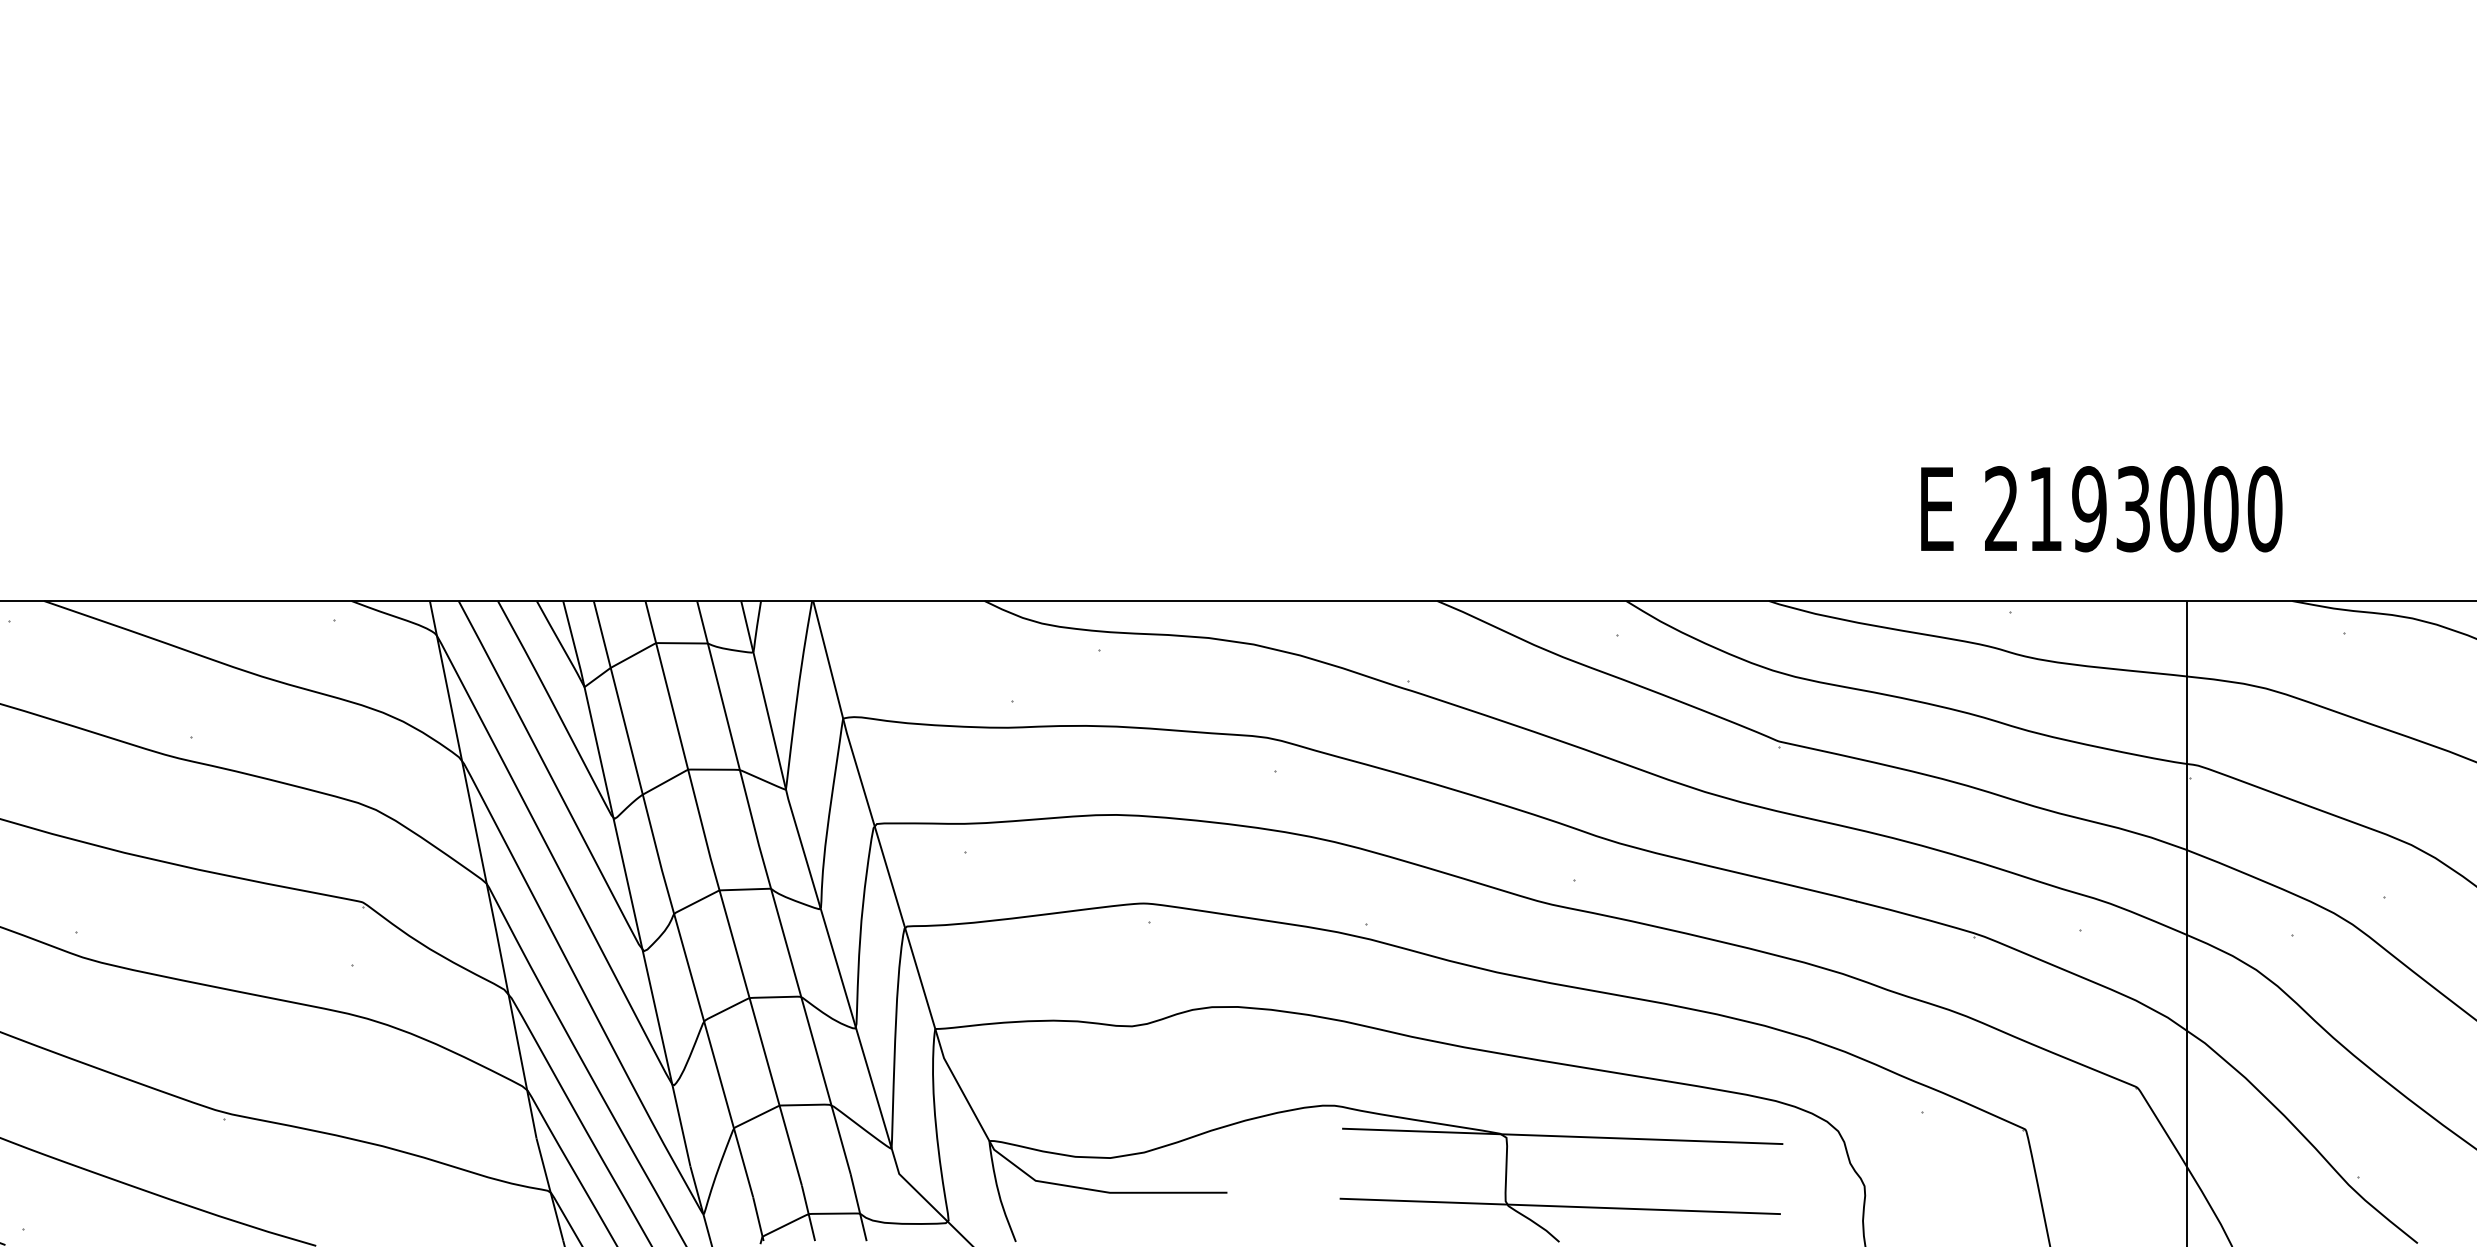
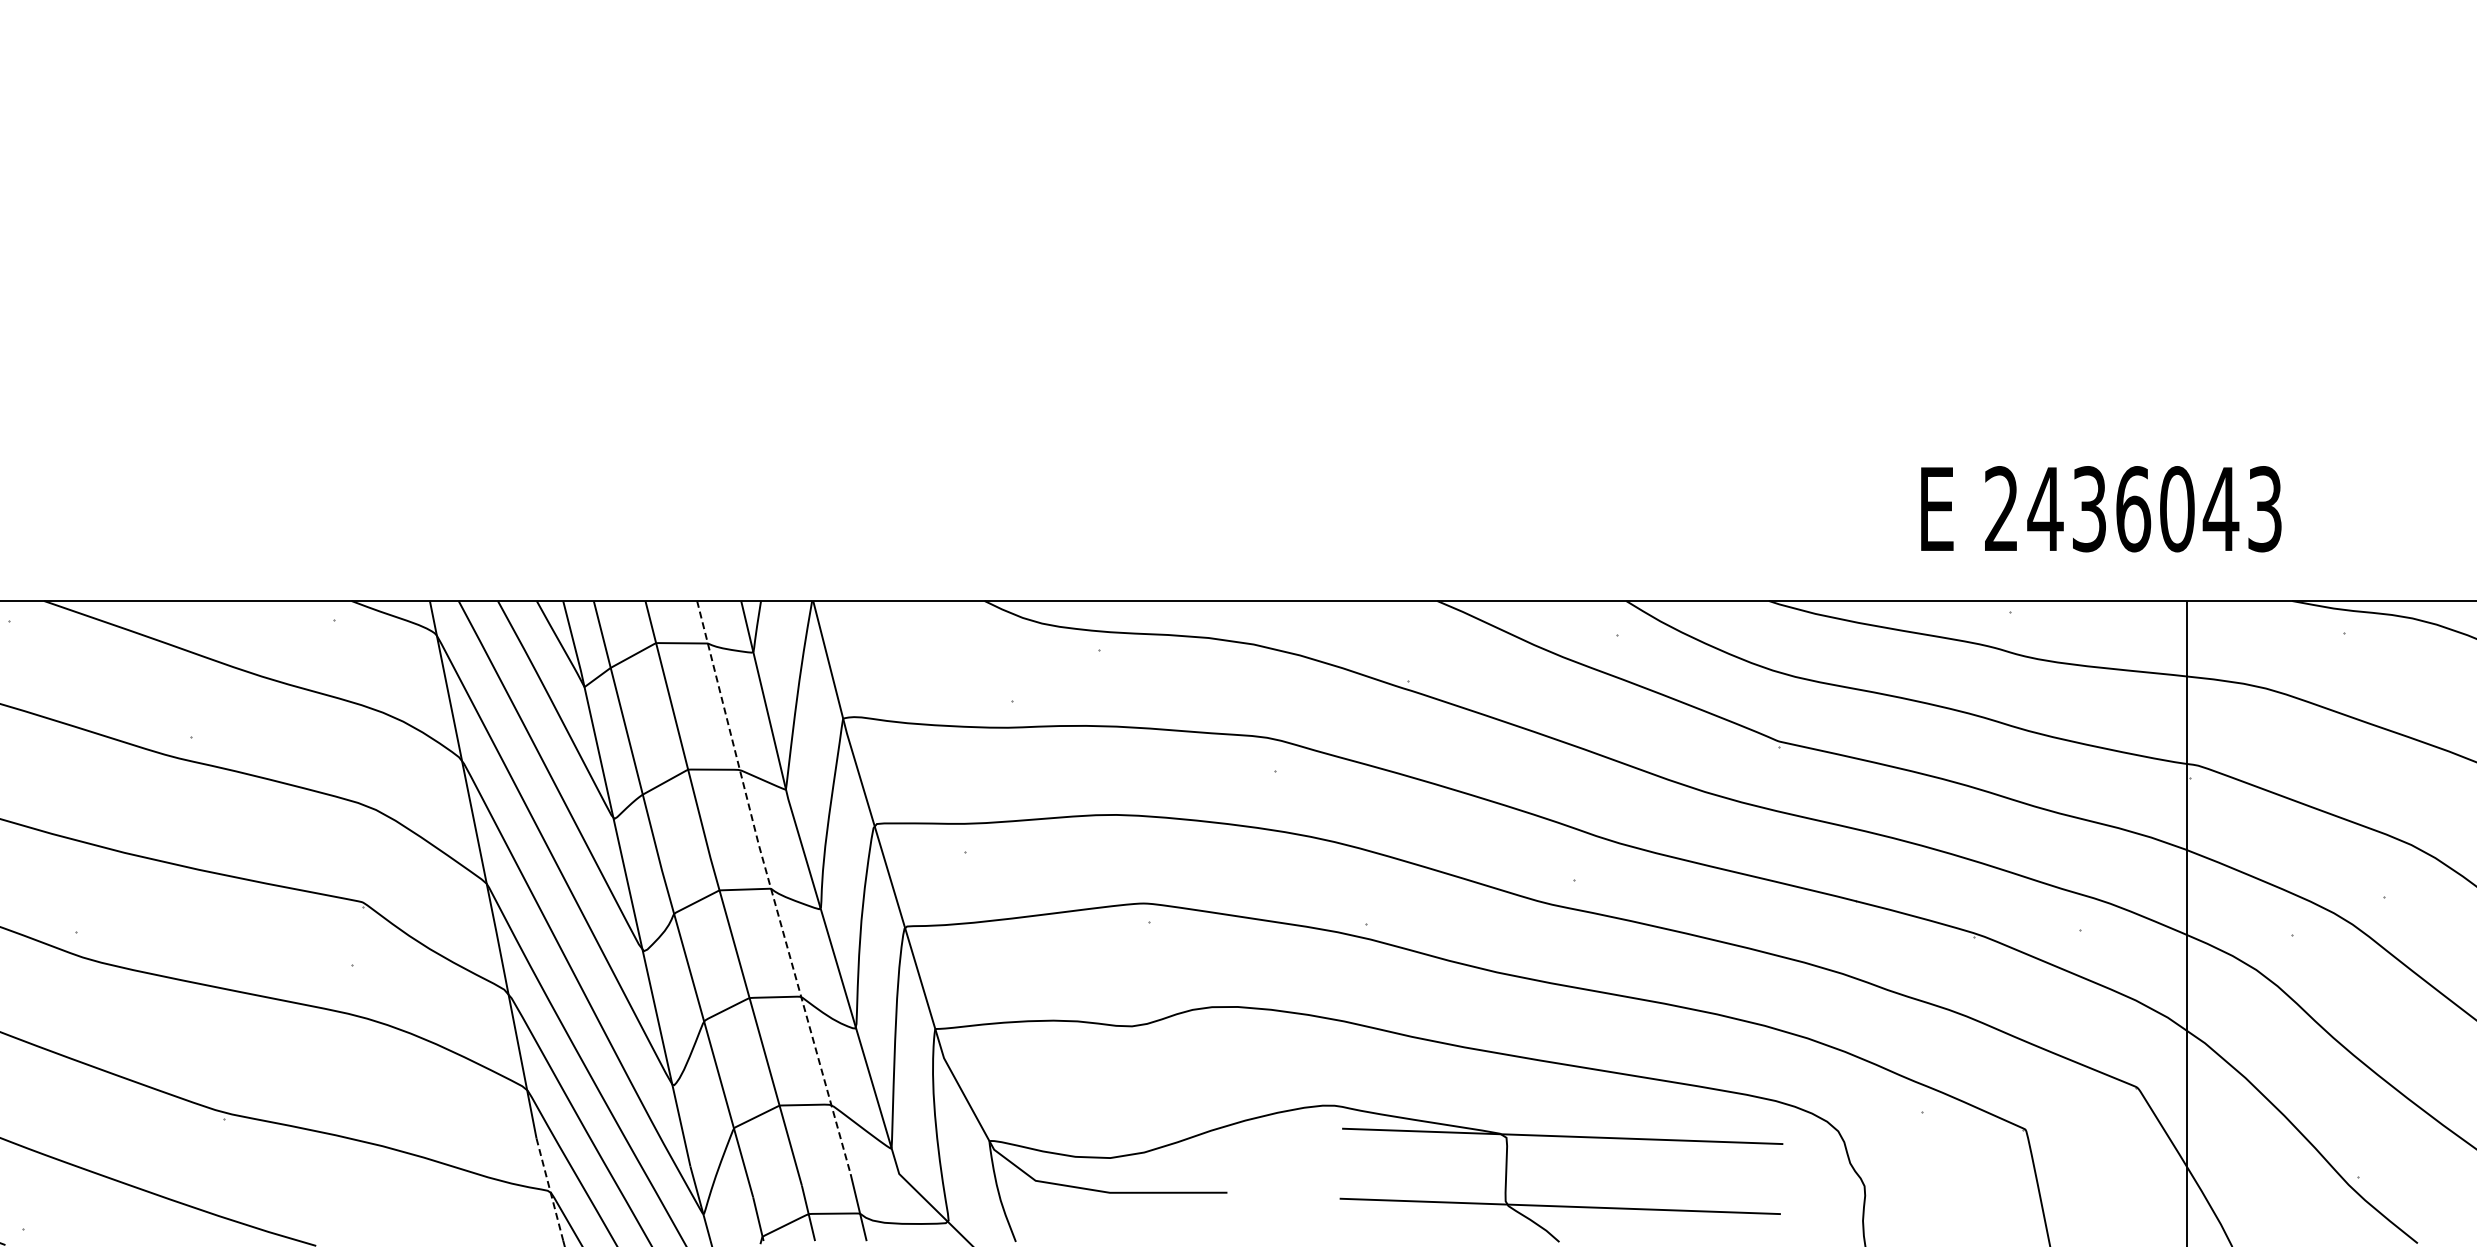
text at (2154, 509): 2193000 -> 2436043
line at (770, 887): solid -> dashed
line at (549, 1189): solid -> dashed
